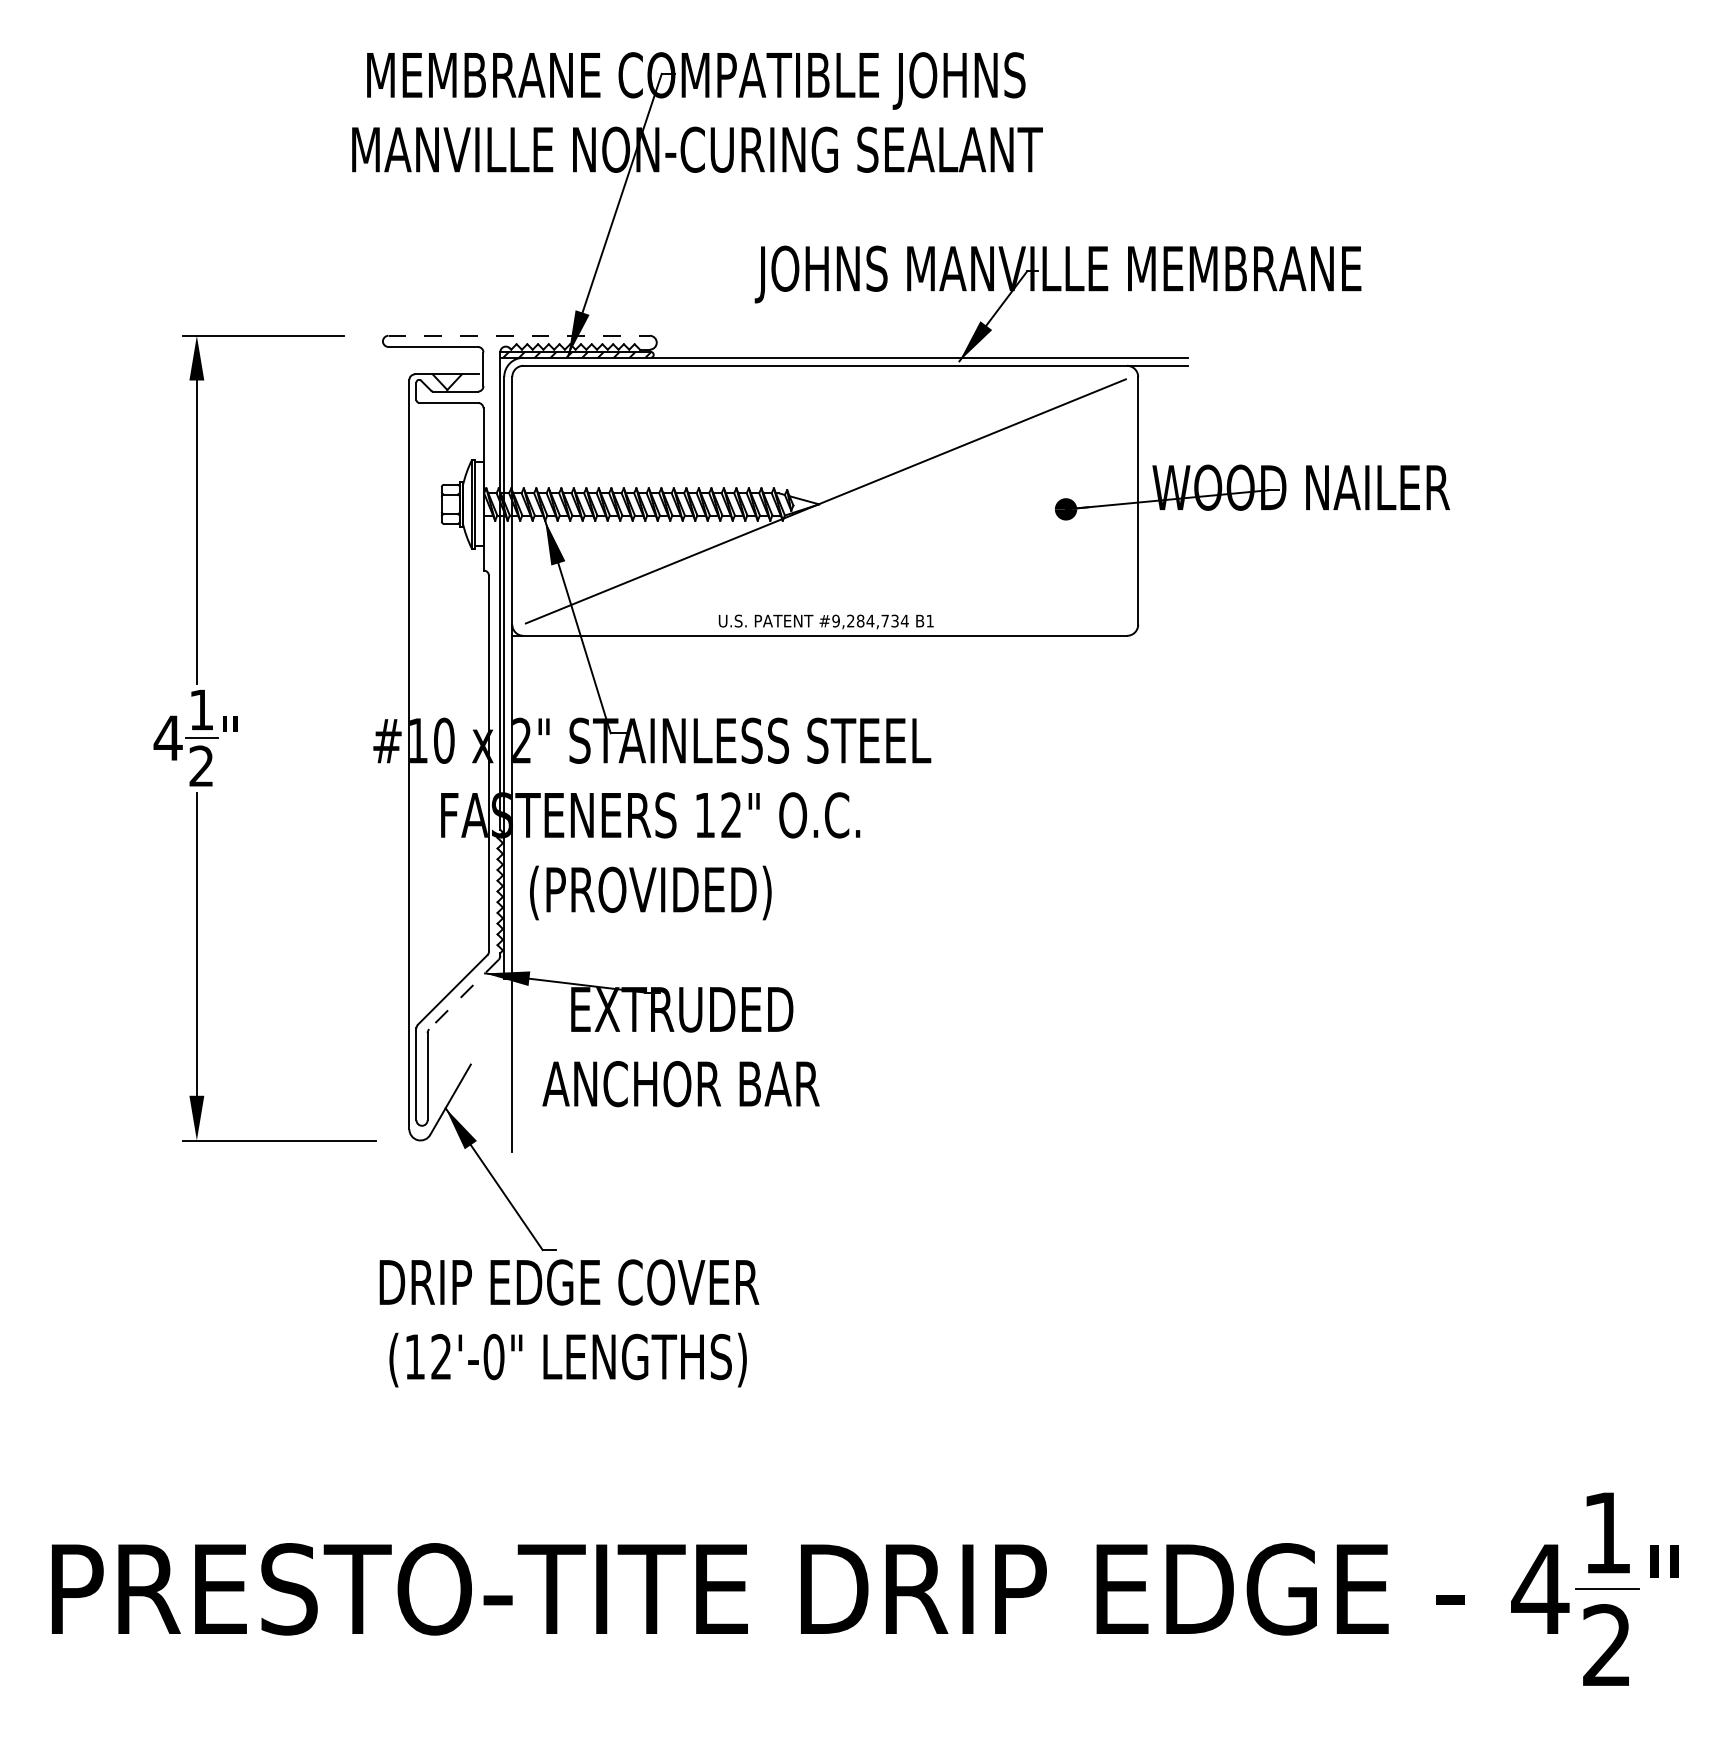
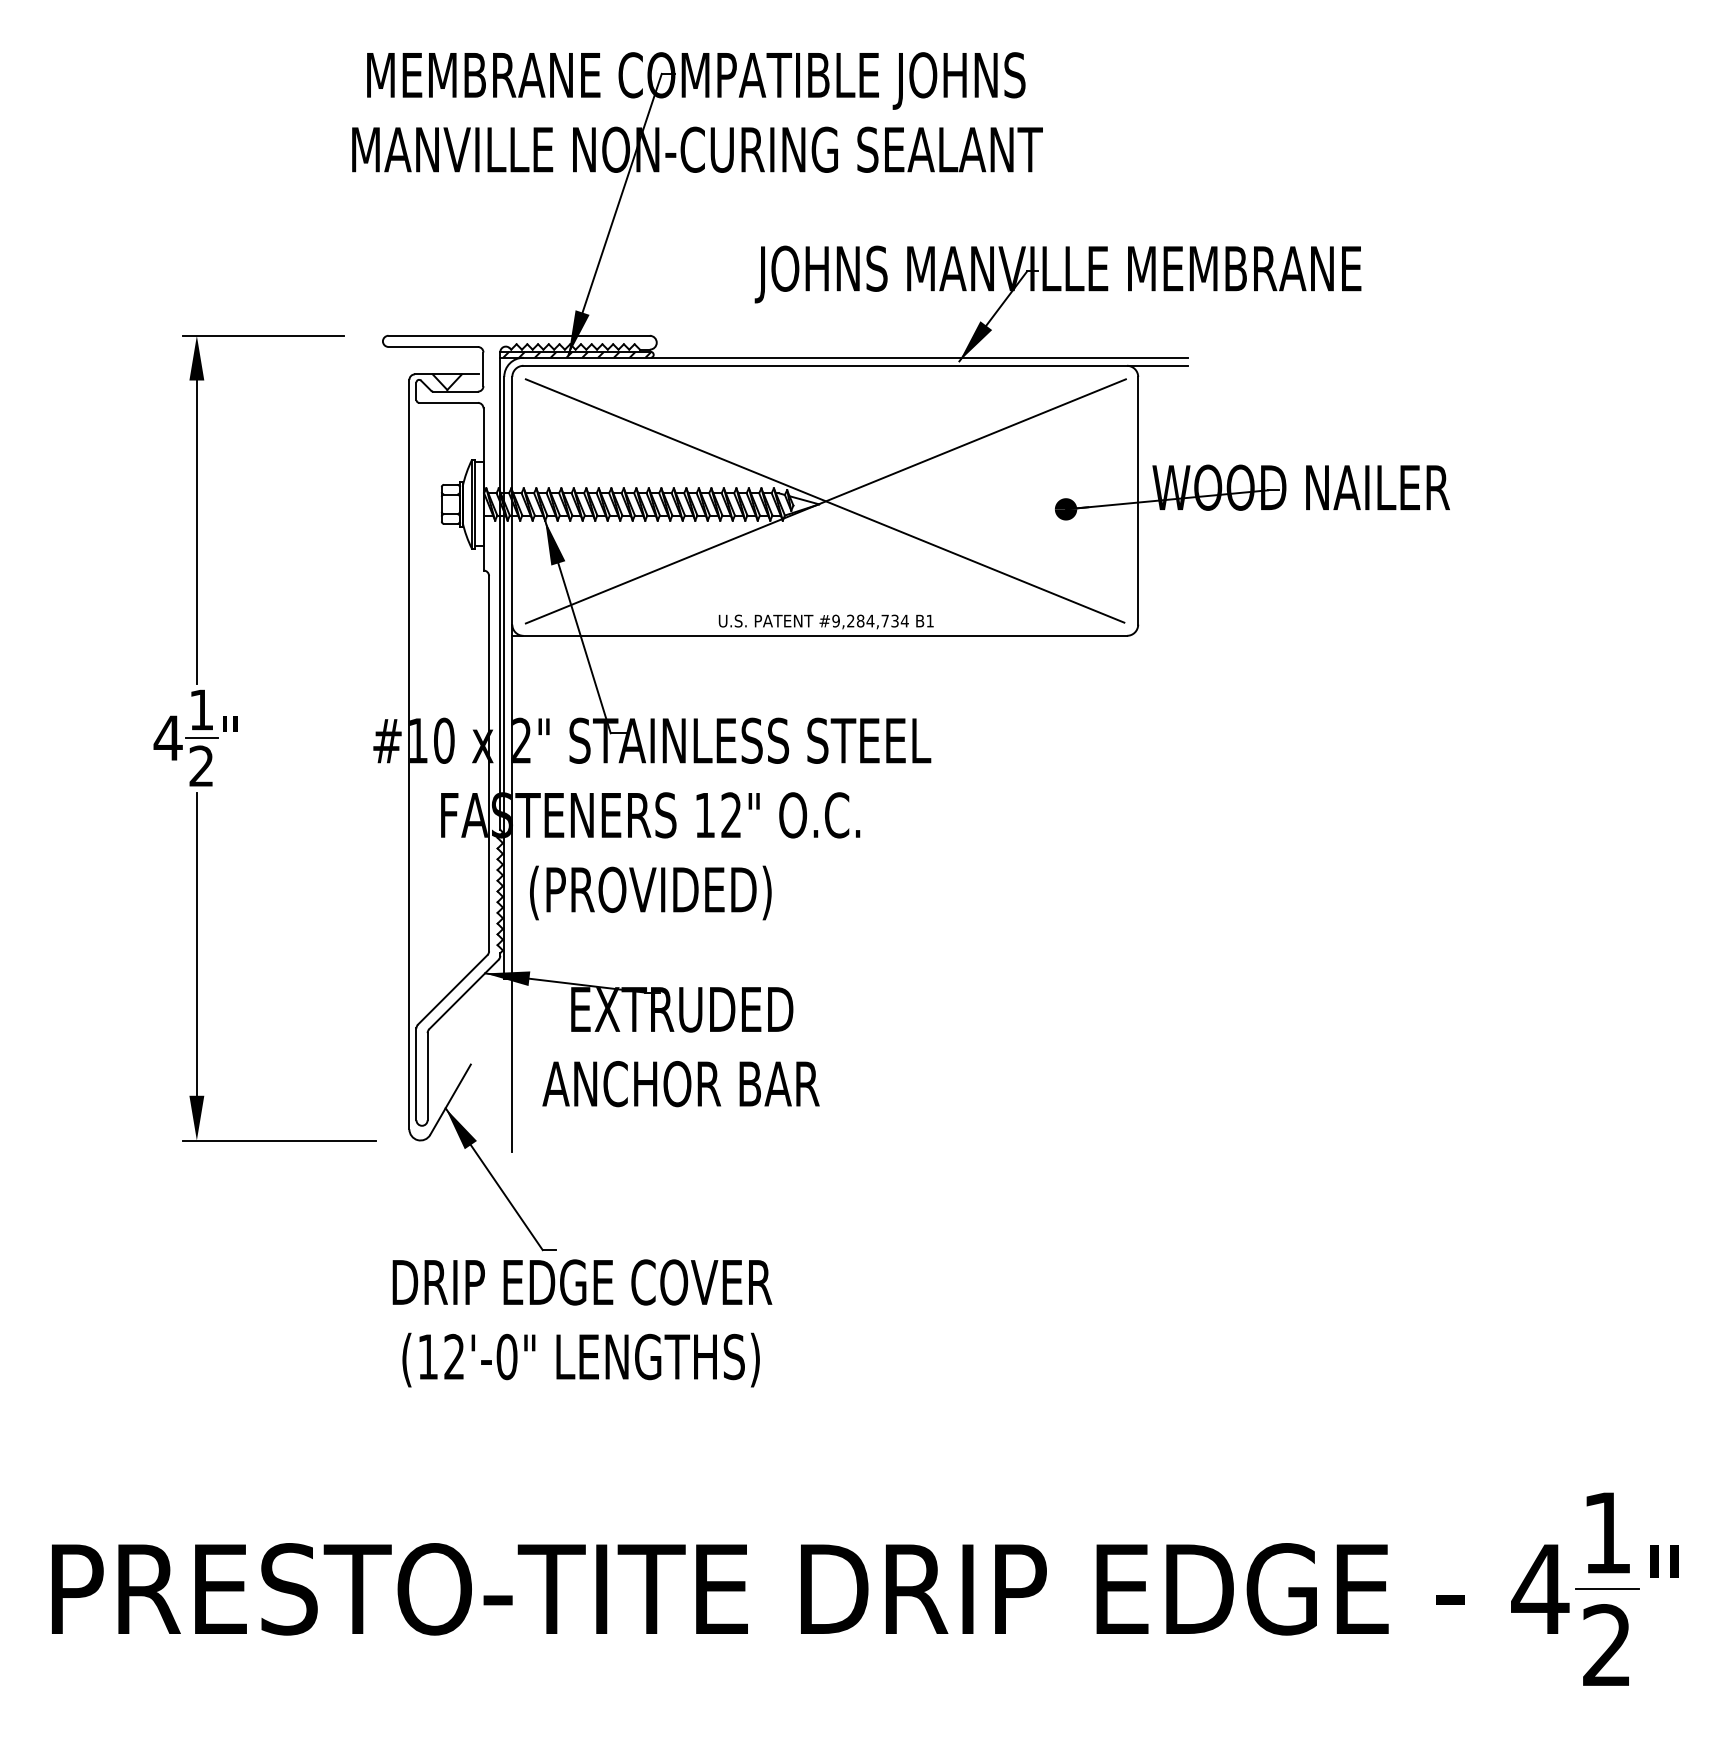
line at (519, 335): dashed -> solid
line at (824, 500): none -> present
line at (463, 994): dashed -> solid
text at (569, 1323) position: (569, 1323) -> (582, 1323)
